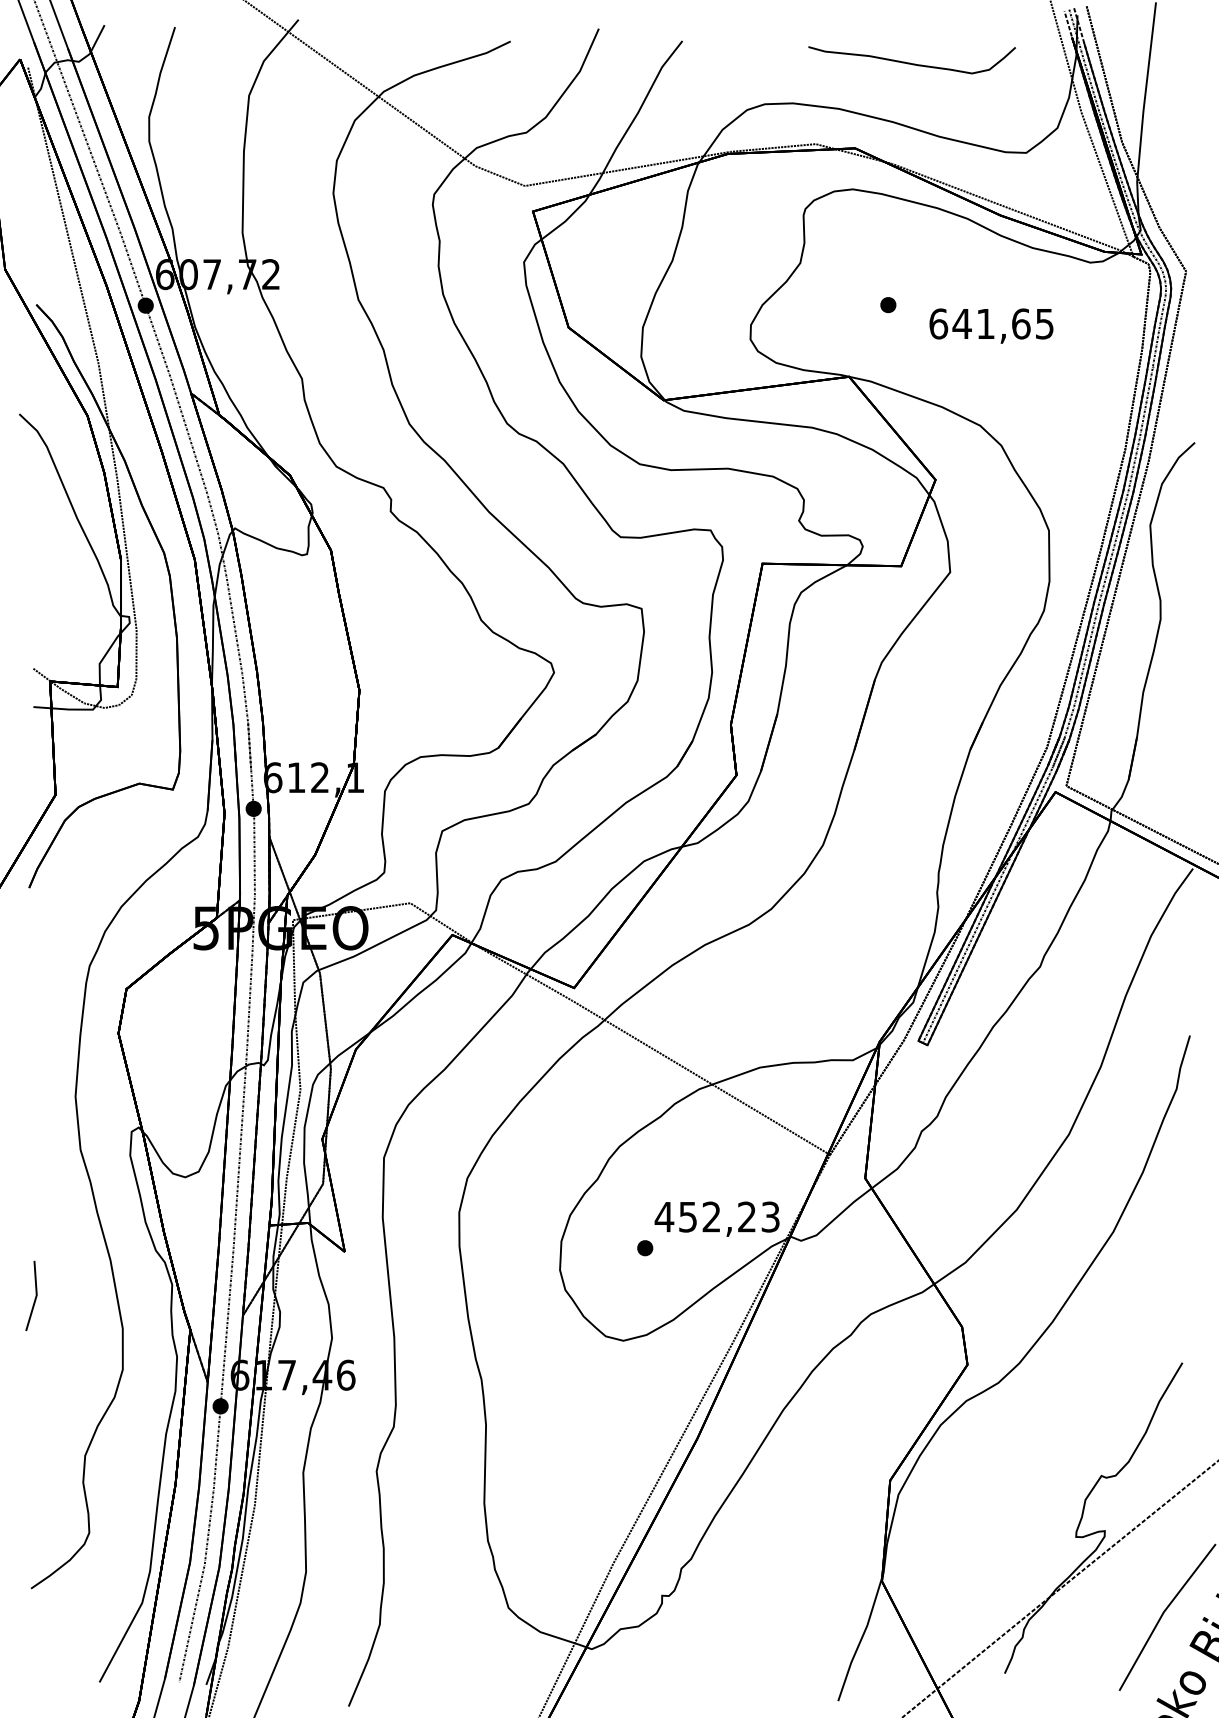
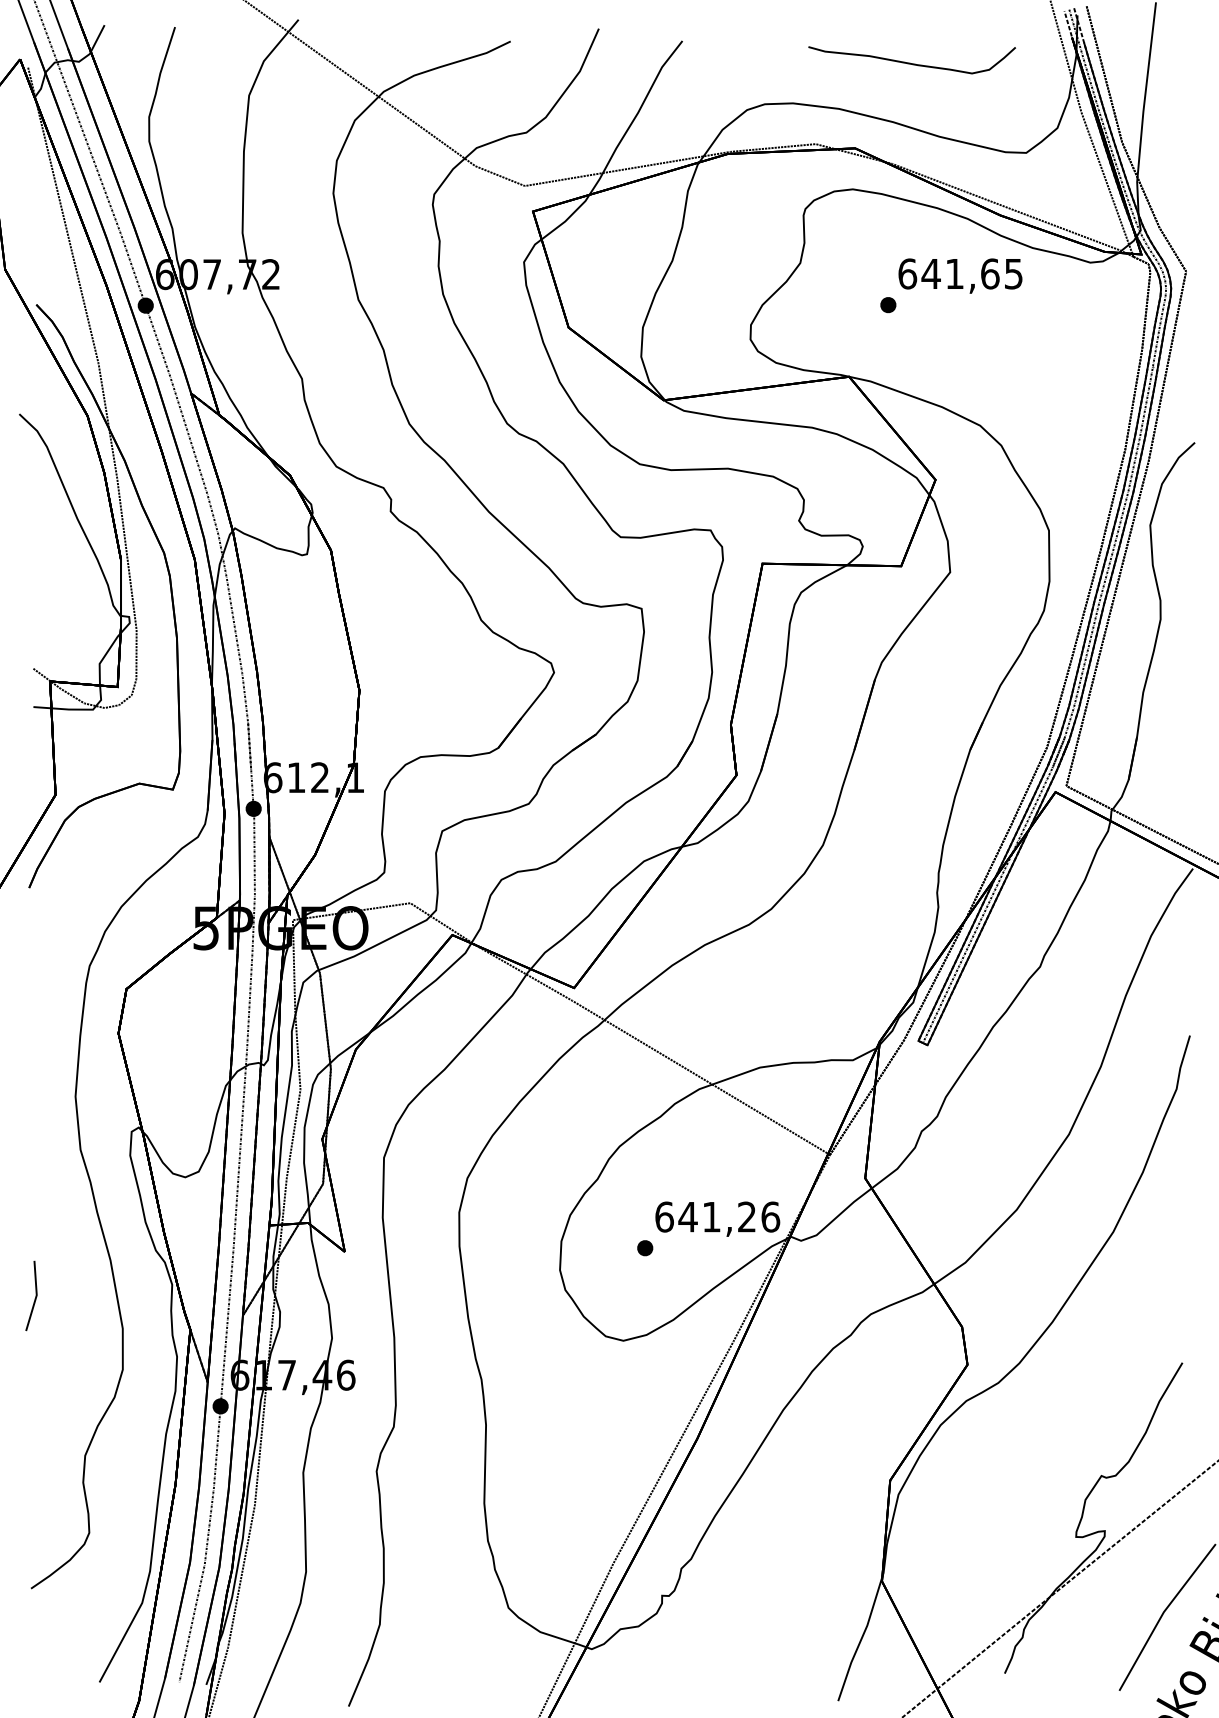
text at (991, 325) position: (991, 325) -> (960, 275)
text at (717, 1216): 452,23 -> 641,26
